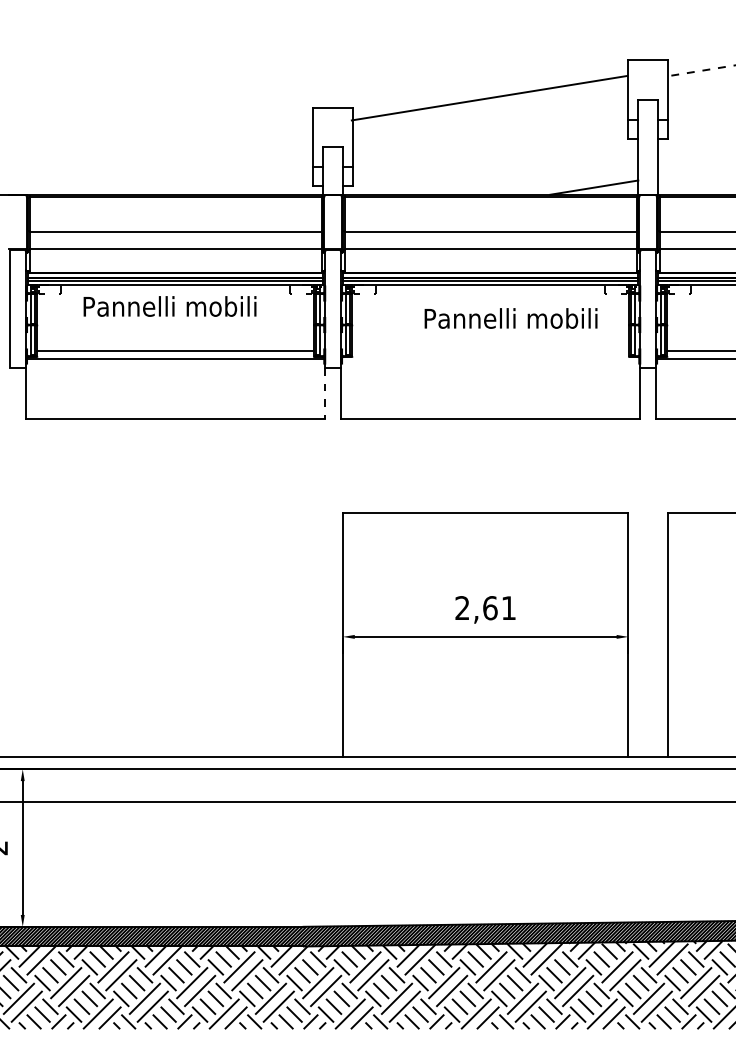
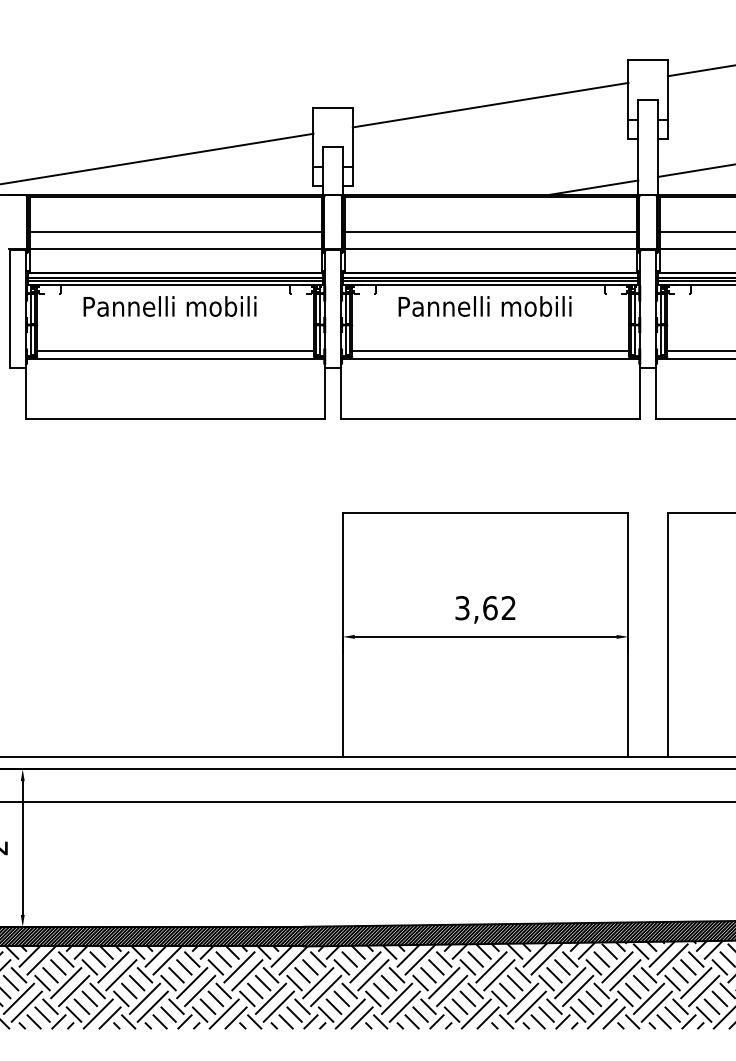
line at (701, 70): dashed -> solid
line at (489, 97) position: (489, 97) -> (490, 104)
line at (157, 158): none -> present
line at (694, 170): none -> present
text at (510, 318) position: (510, 318) -> (484, 306)
line at (490, 350): none -> present
line at (490, 359): none -> present
line at (325, 393): dashed -> solid
text at (485, 608): 2,61 -> 3,62
